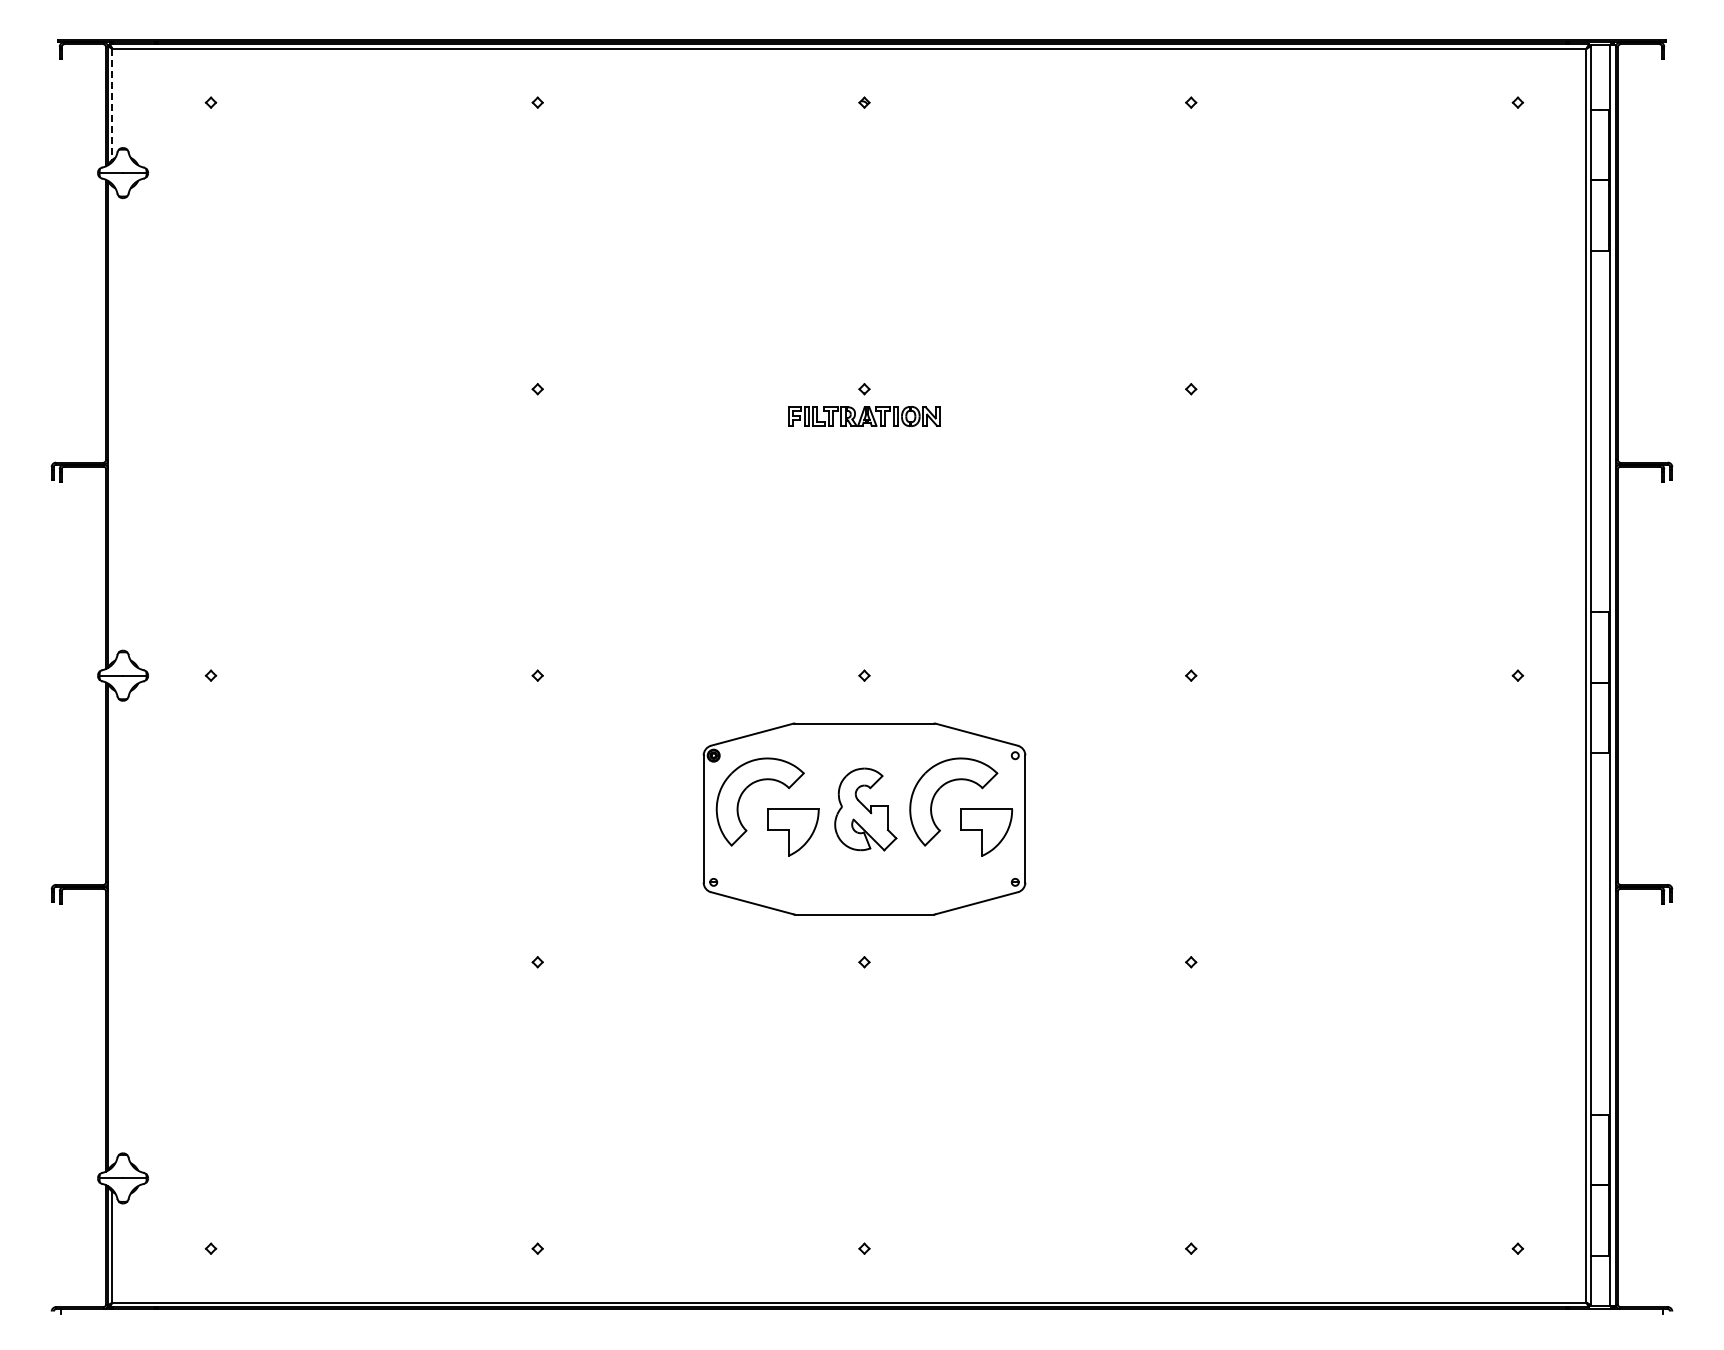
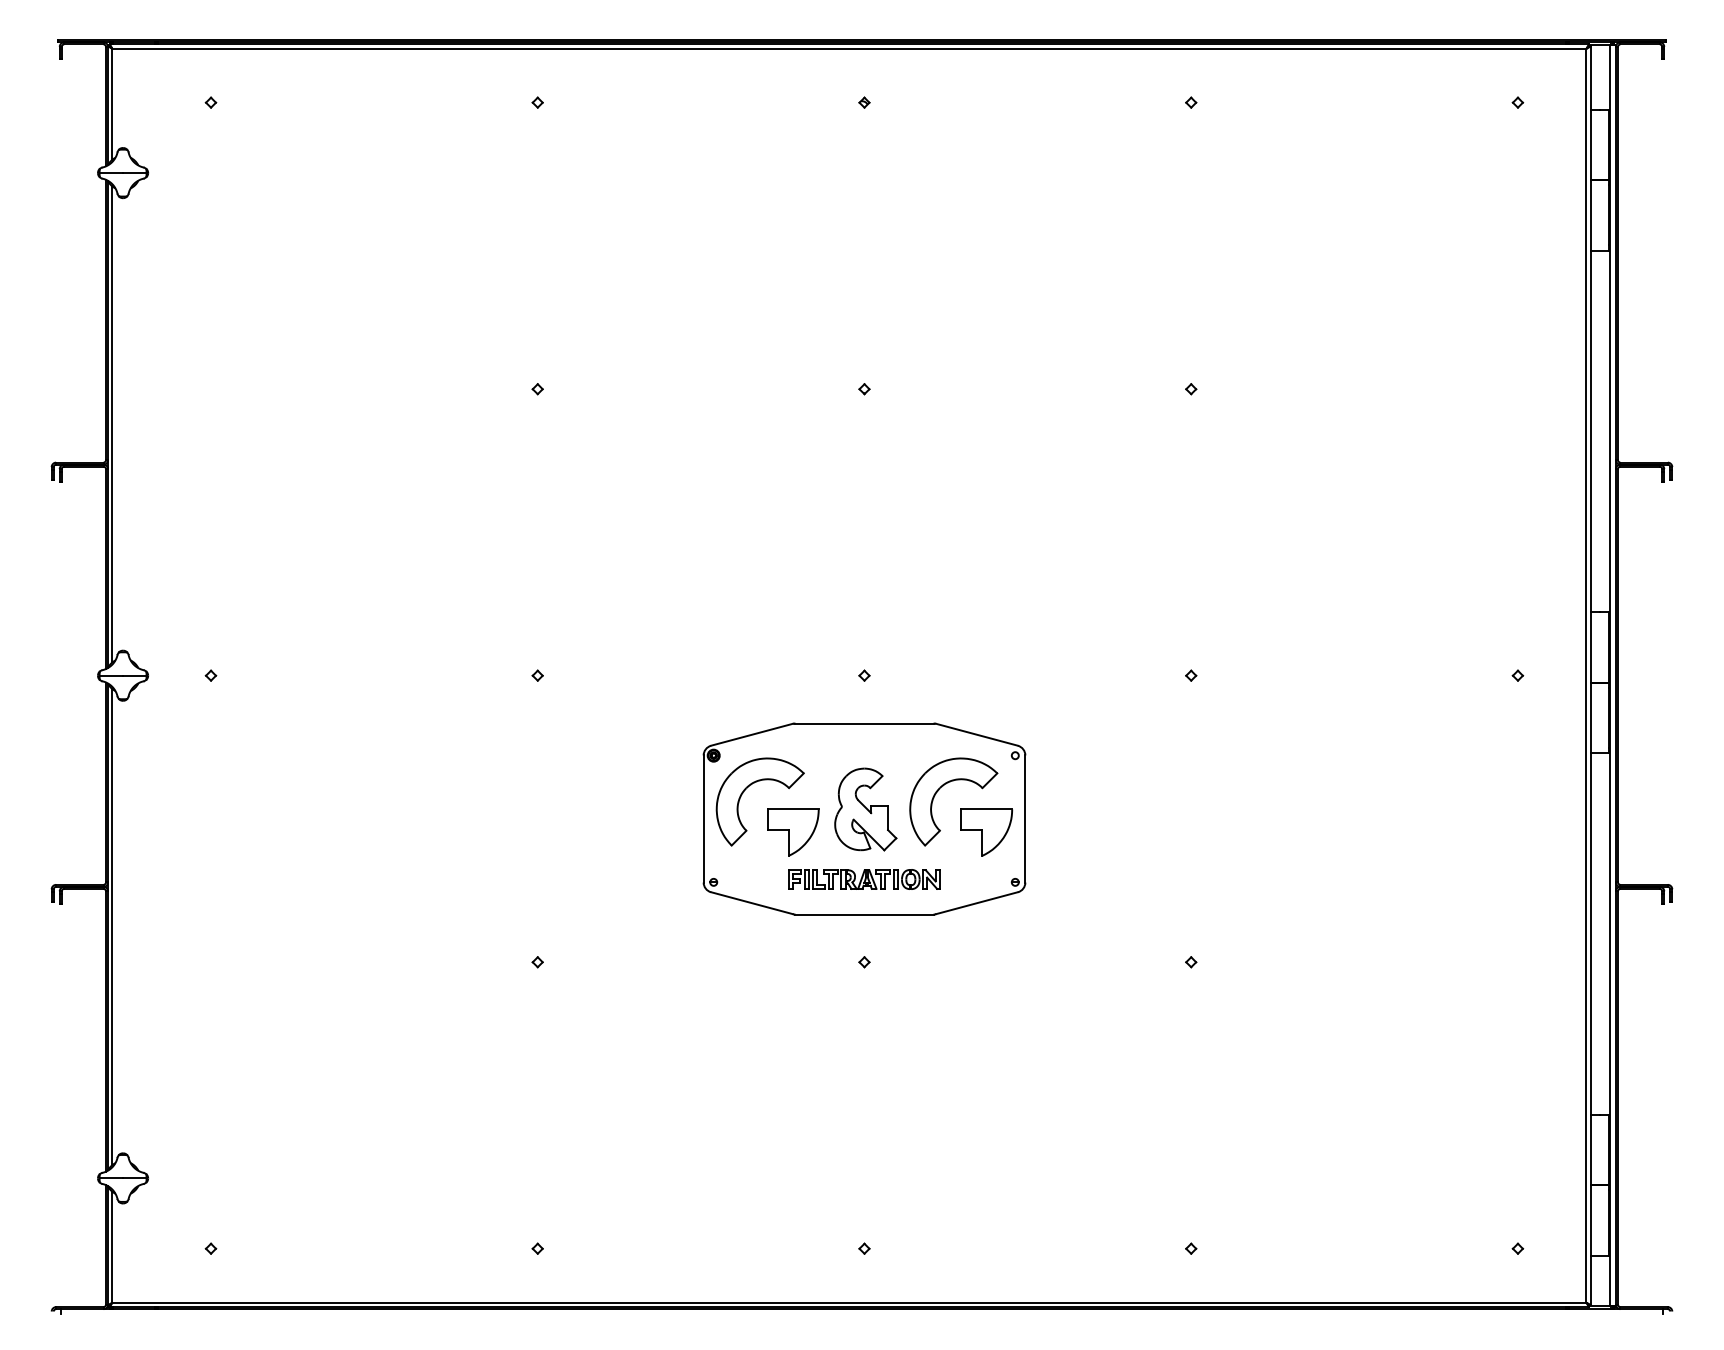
line at (112, 104): dashed -> solid
part at (864, 416) position: (864, 416) -> (864, 879)
line at (112, 424): none -> present
line at (112, 927): none -> present
